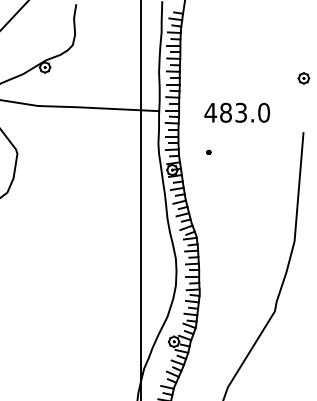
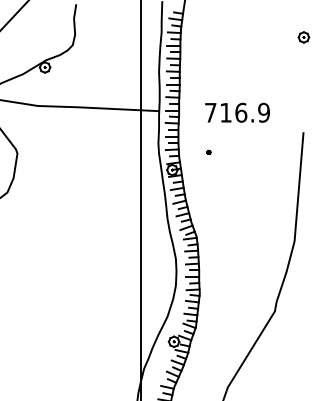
part at (303, 78) position: (303, 78) -> (303, 37)
text at (237, 112): 483.0 -> 716.9
